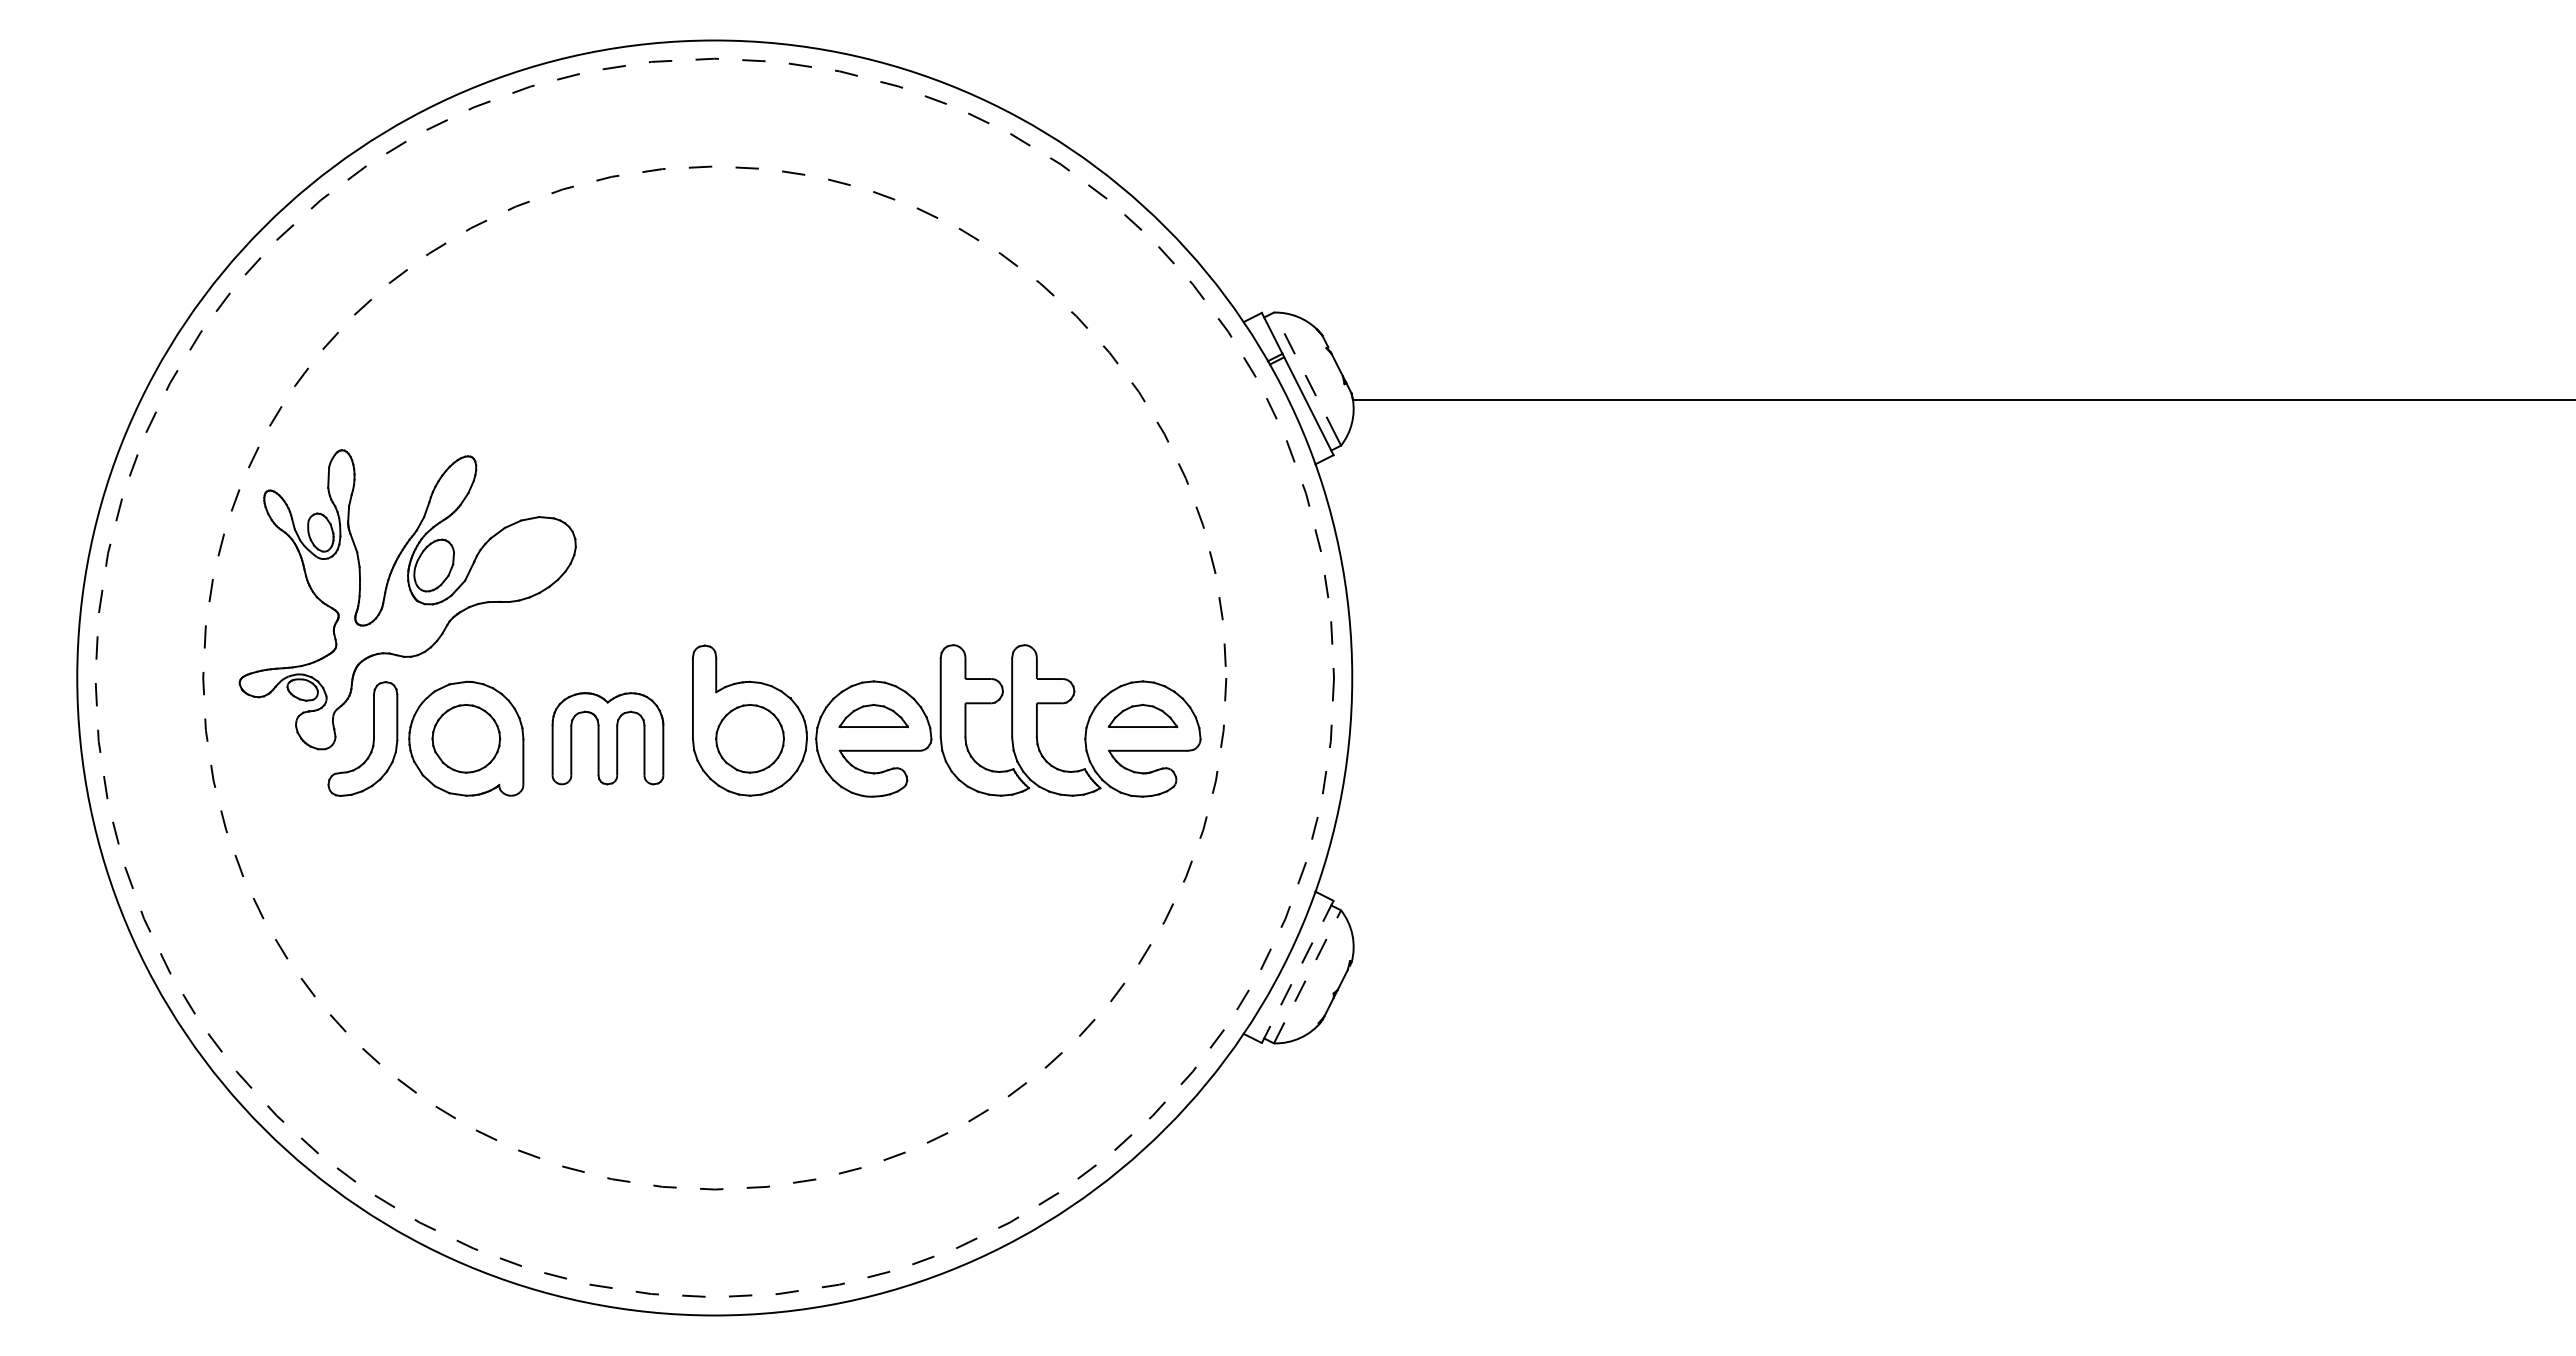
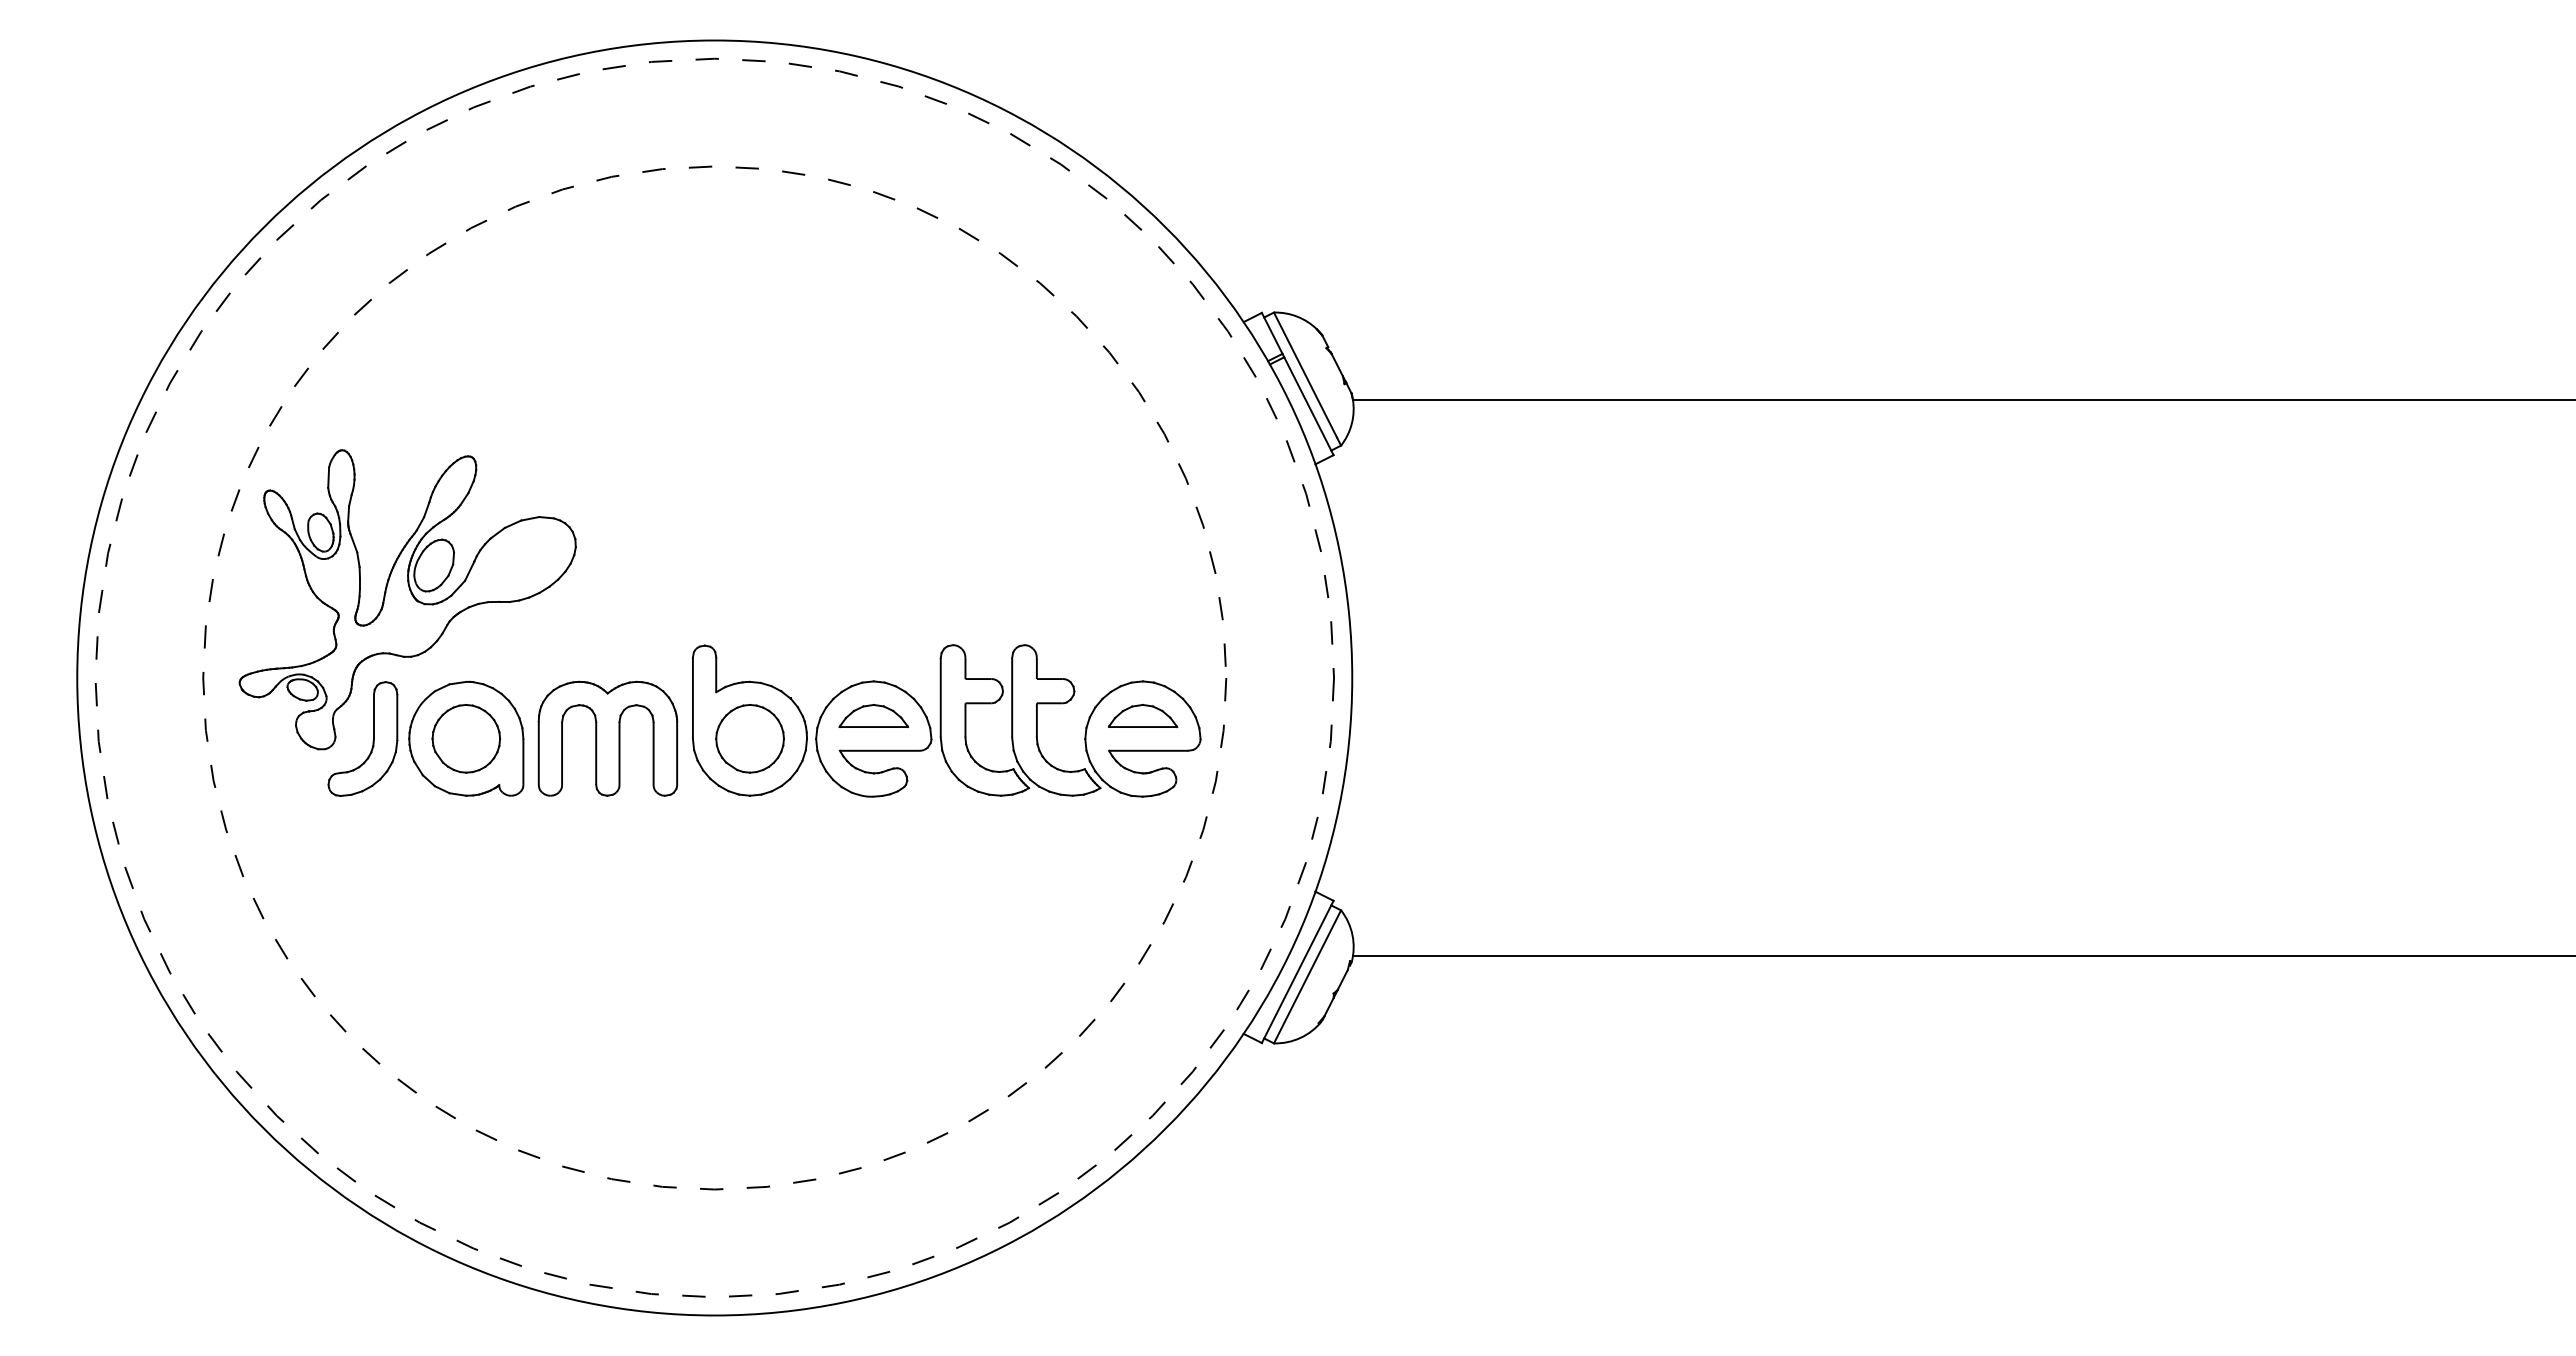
line at (1305, 374): dashed -> solid
part at (607, 738) size: 114x94 px -> 142x117 px
line at (1962, 955): none -> present
line at (1297, 971): dashed -> solid
line at (1307, 976): dashed -> solid
